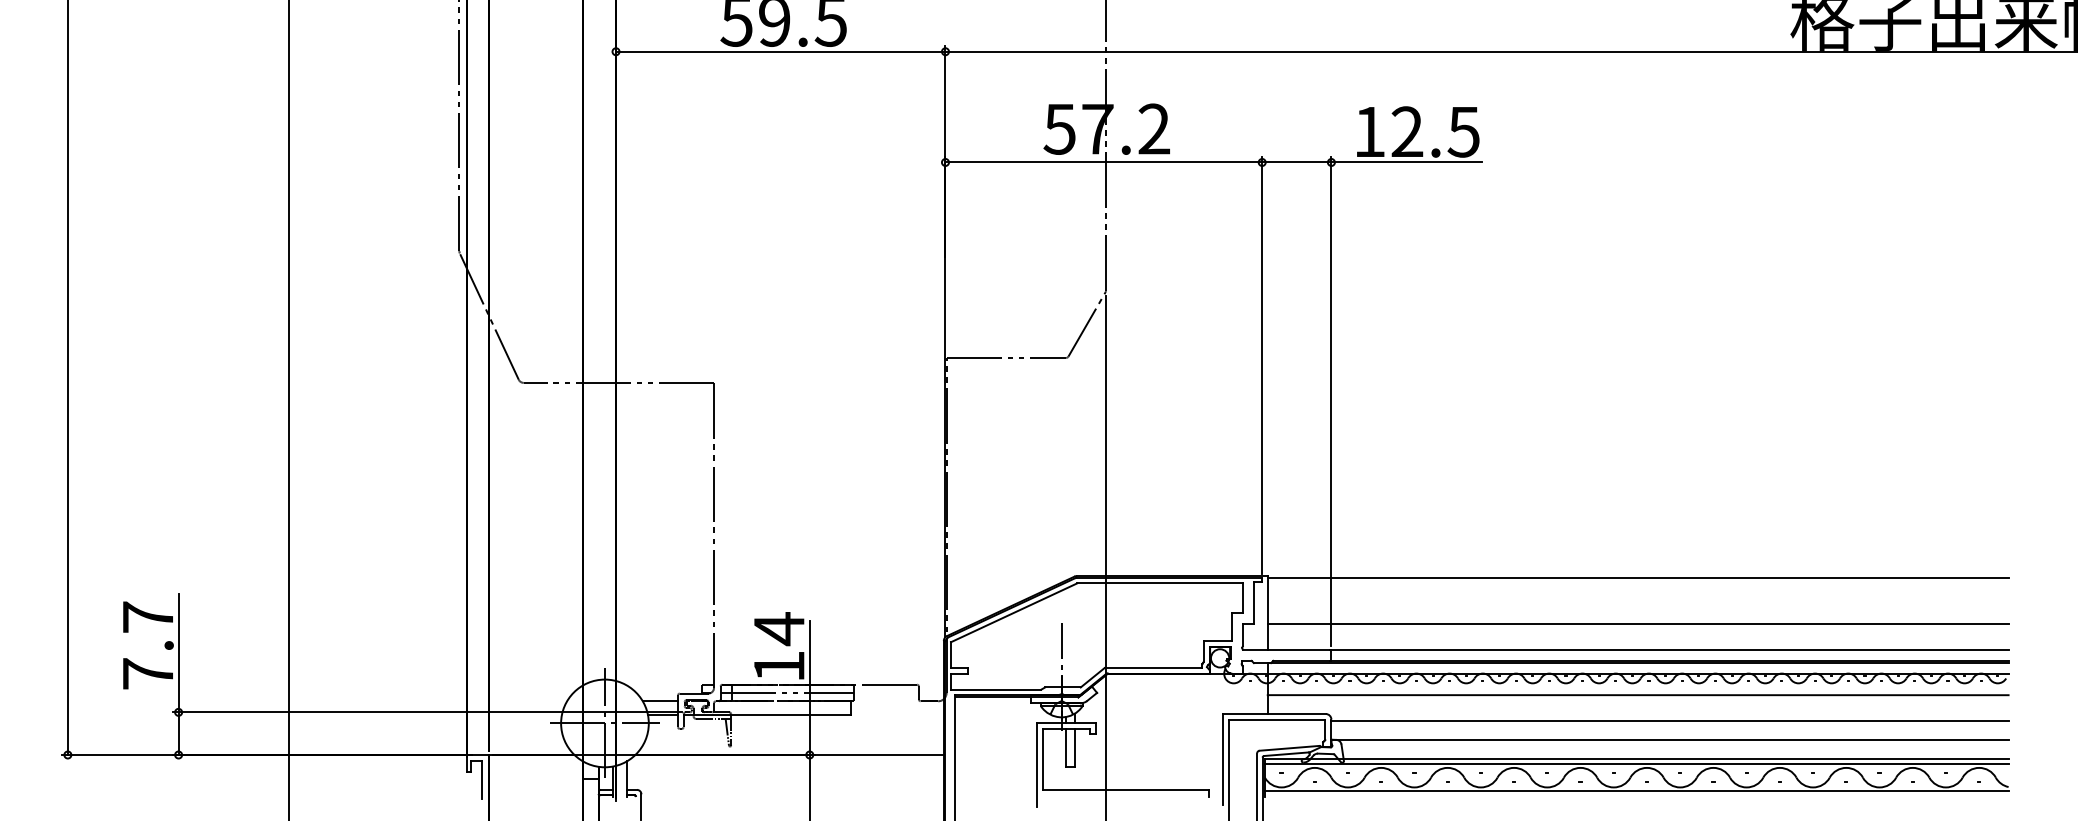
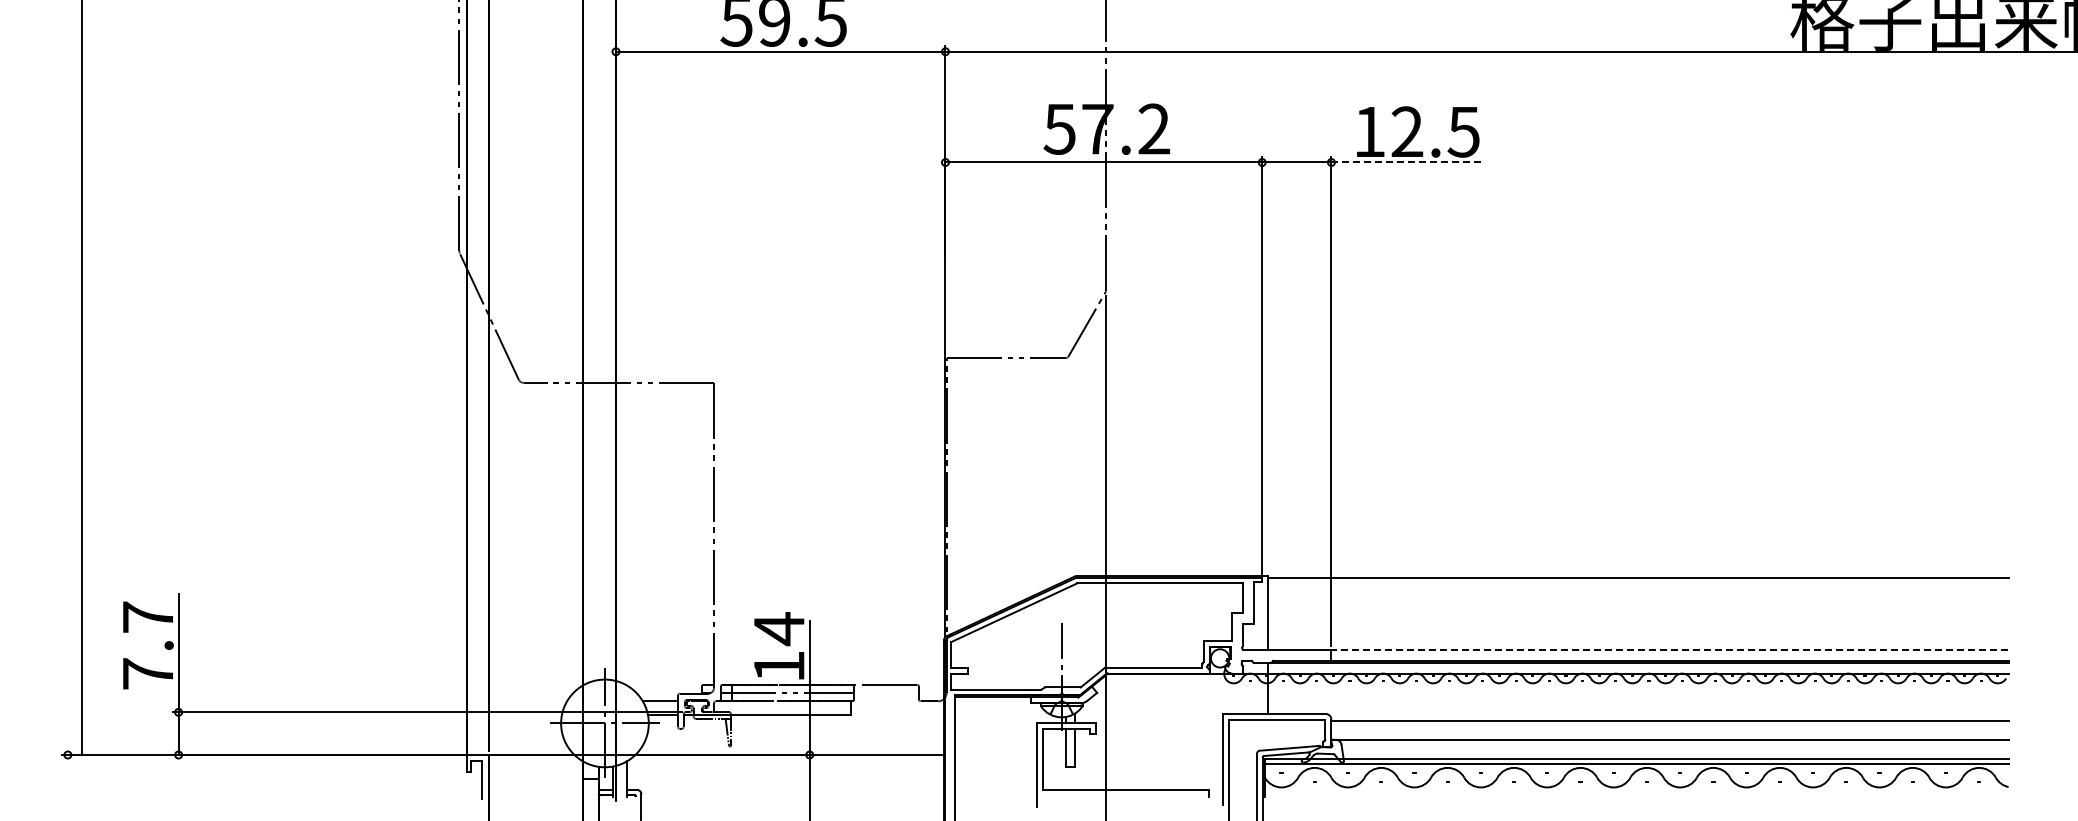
line at (1406, 162): solid -> dashed
line at (67, 378) position: (67, 378) -> (81, 378)
line at (289, 409): present -> none
line at (1637, 623): present -> none
line at (1669, 649): solid -> dashed
line at (1637, 695): present -> none
line at (1636, 790): present -> none
